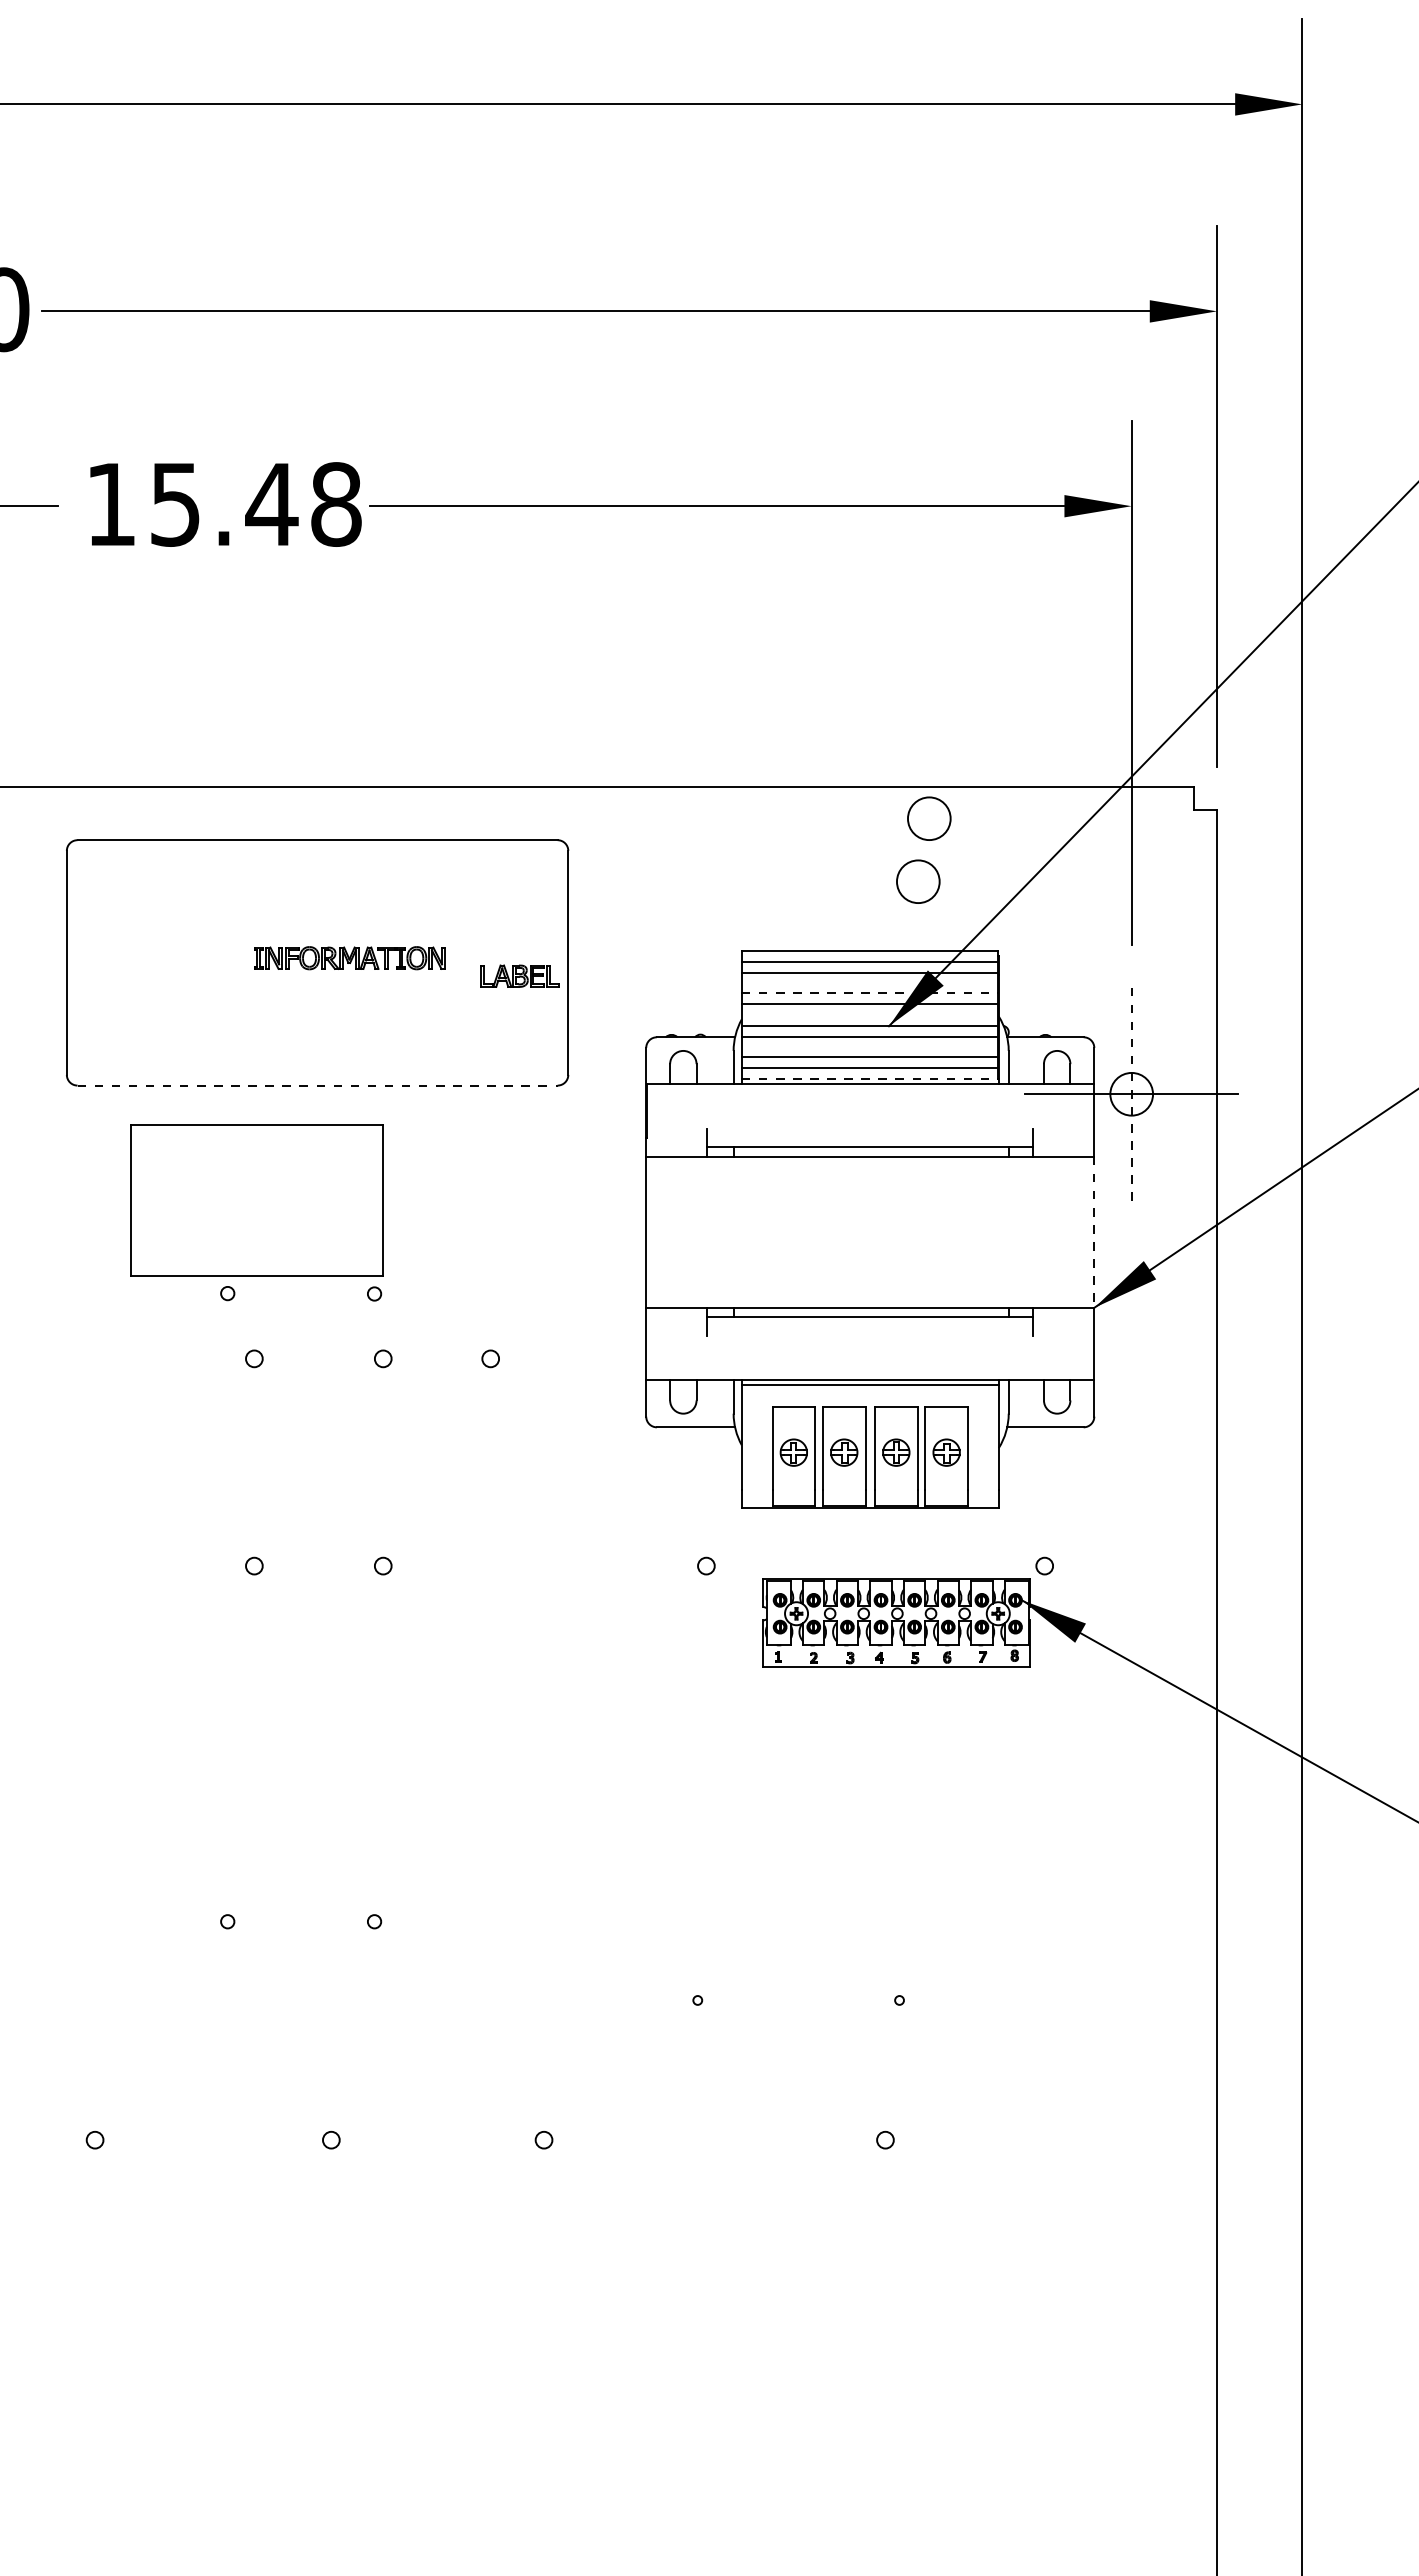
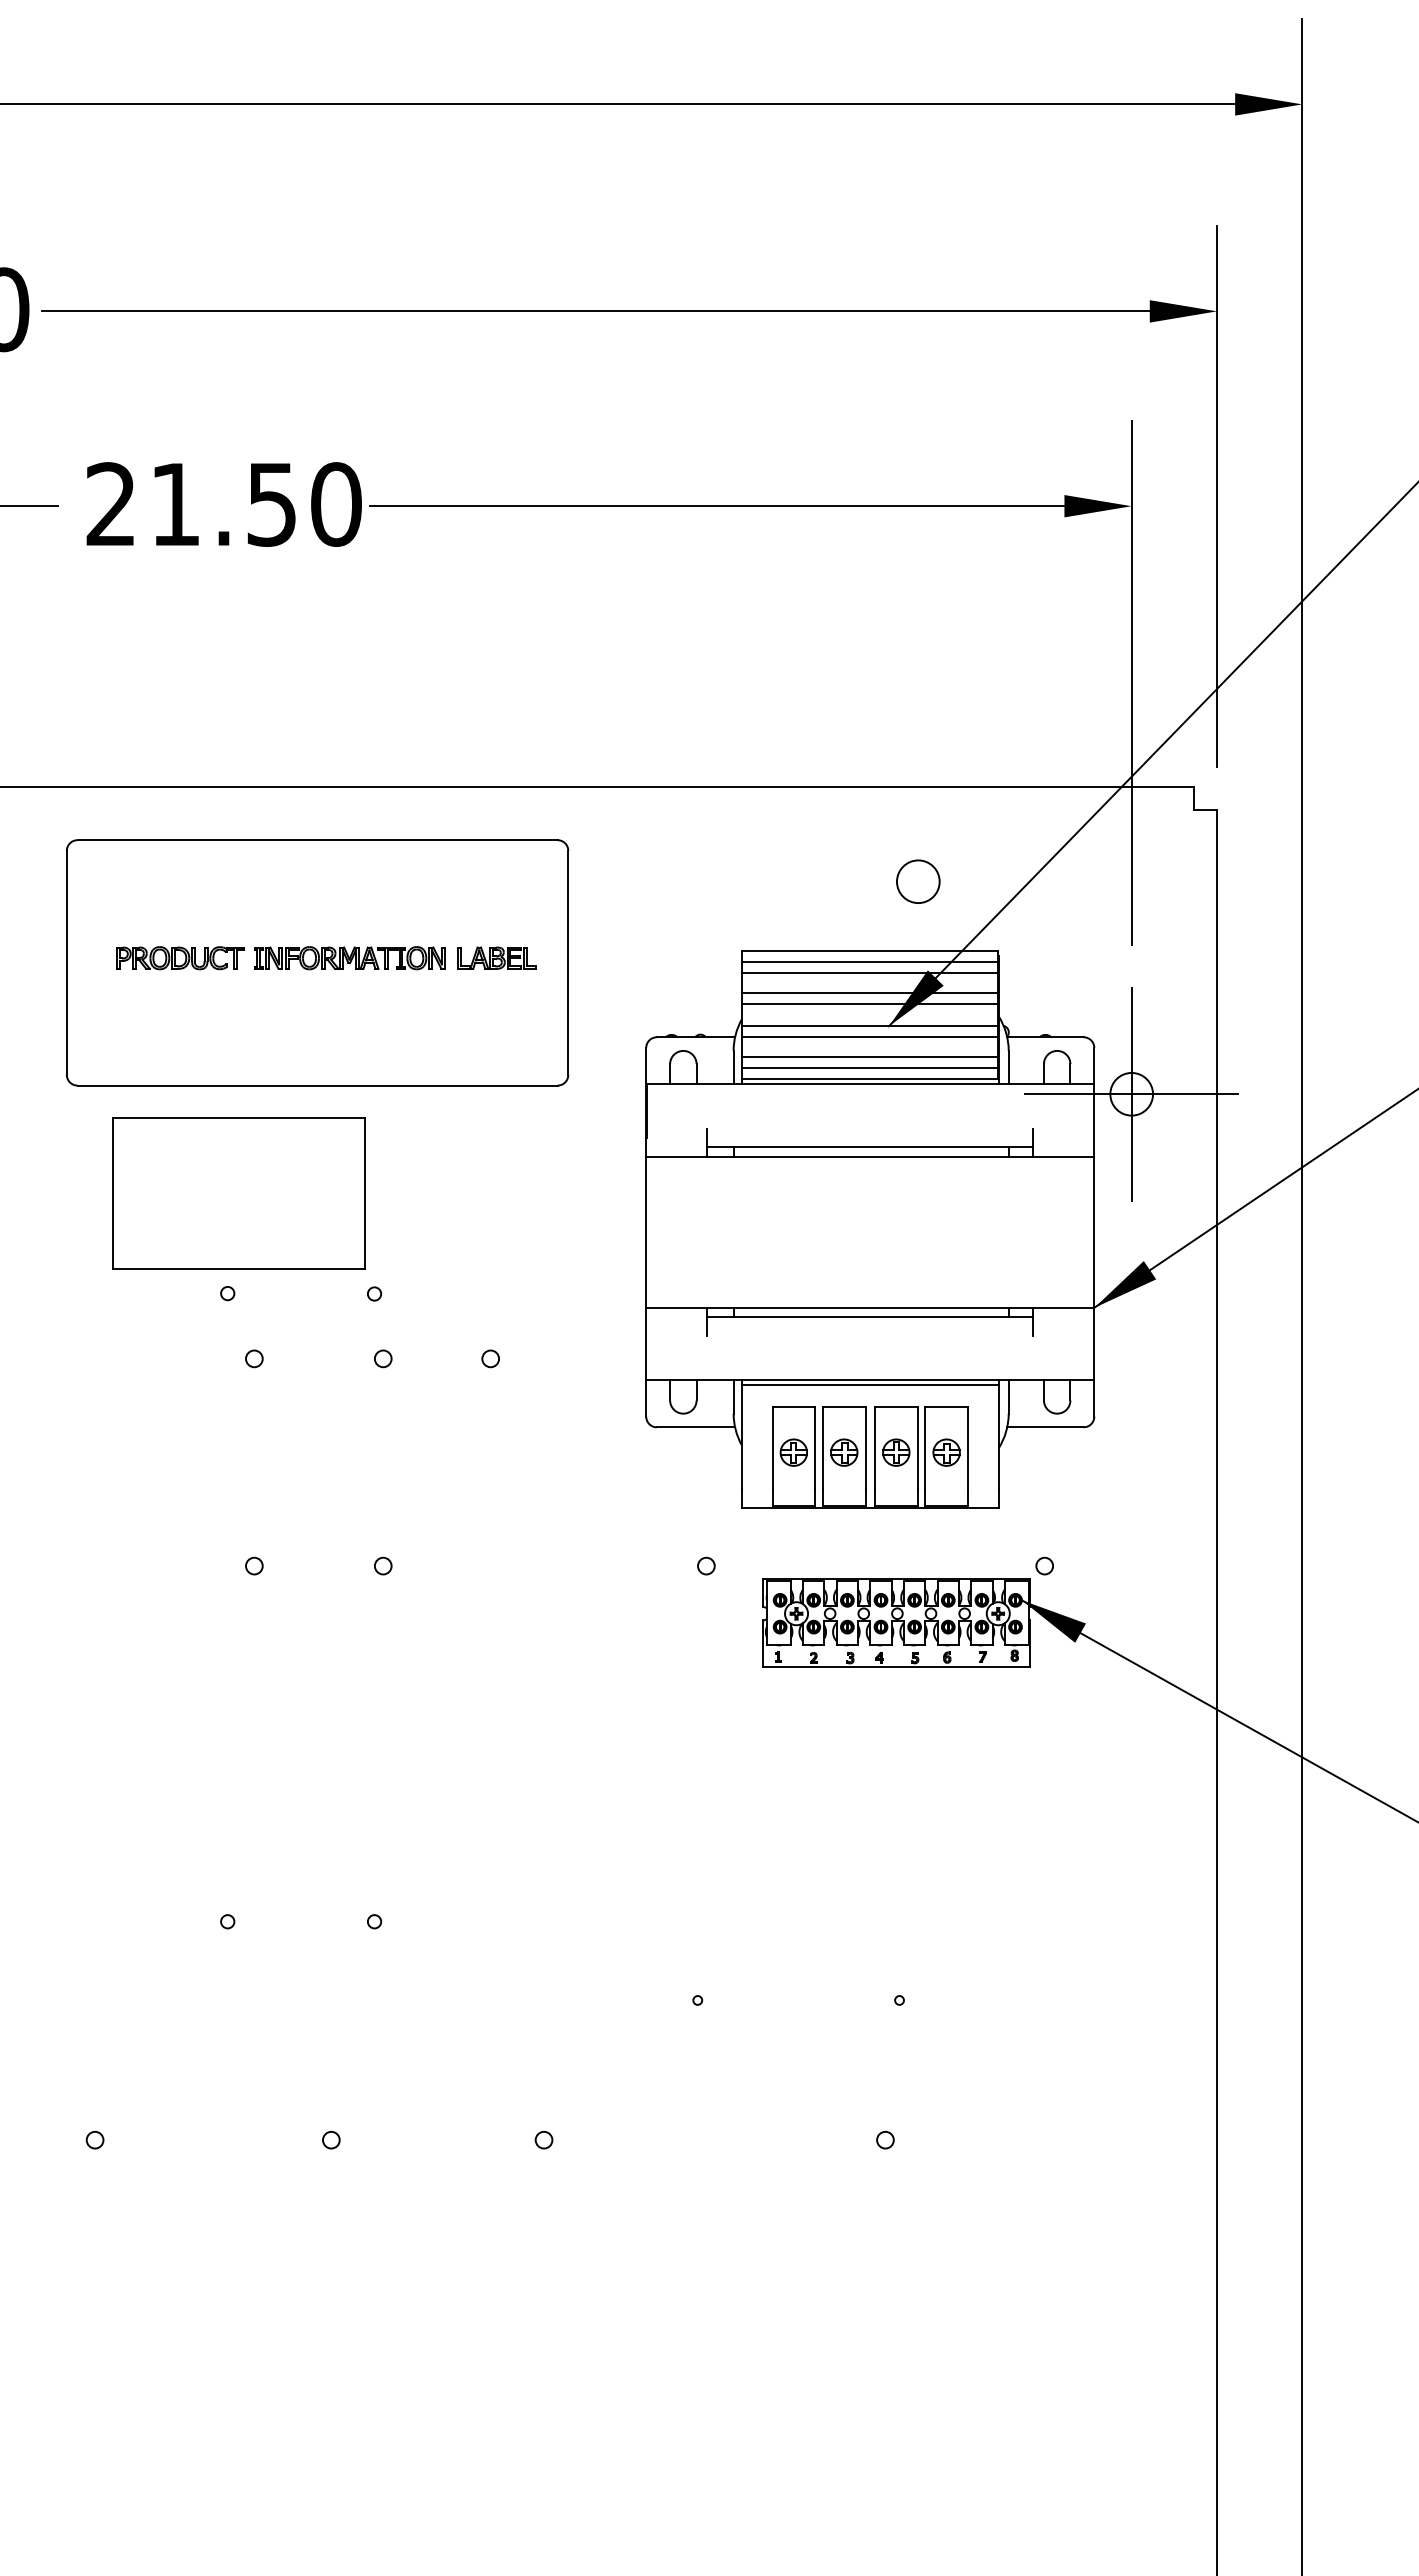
text at (223, 504): 15.48 -> 21.50
circle at (929, 818): present -> none
part at (180, 958): none -> present
part at (519, 975) position: (519, 975) -> (496, 957)
line at (870, 992): dashed -> solid
line at (870, 1079): dashed -> solid
line at (318, 1085): dashed -> solid
line at (1131, 1094): dashed -> solid
part at (256, 1200) position: (256, 1200) -> (238, 1193)
line at (1094, 1232): dashed -> solid
